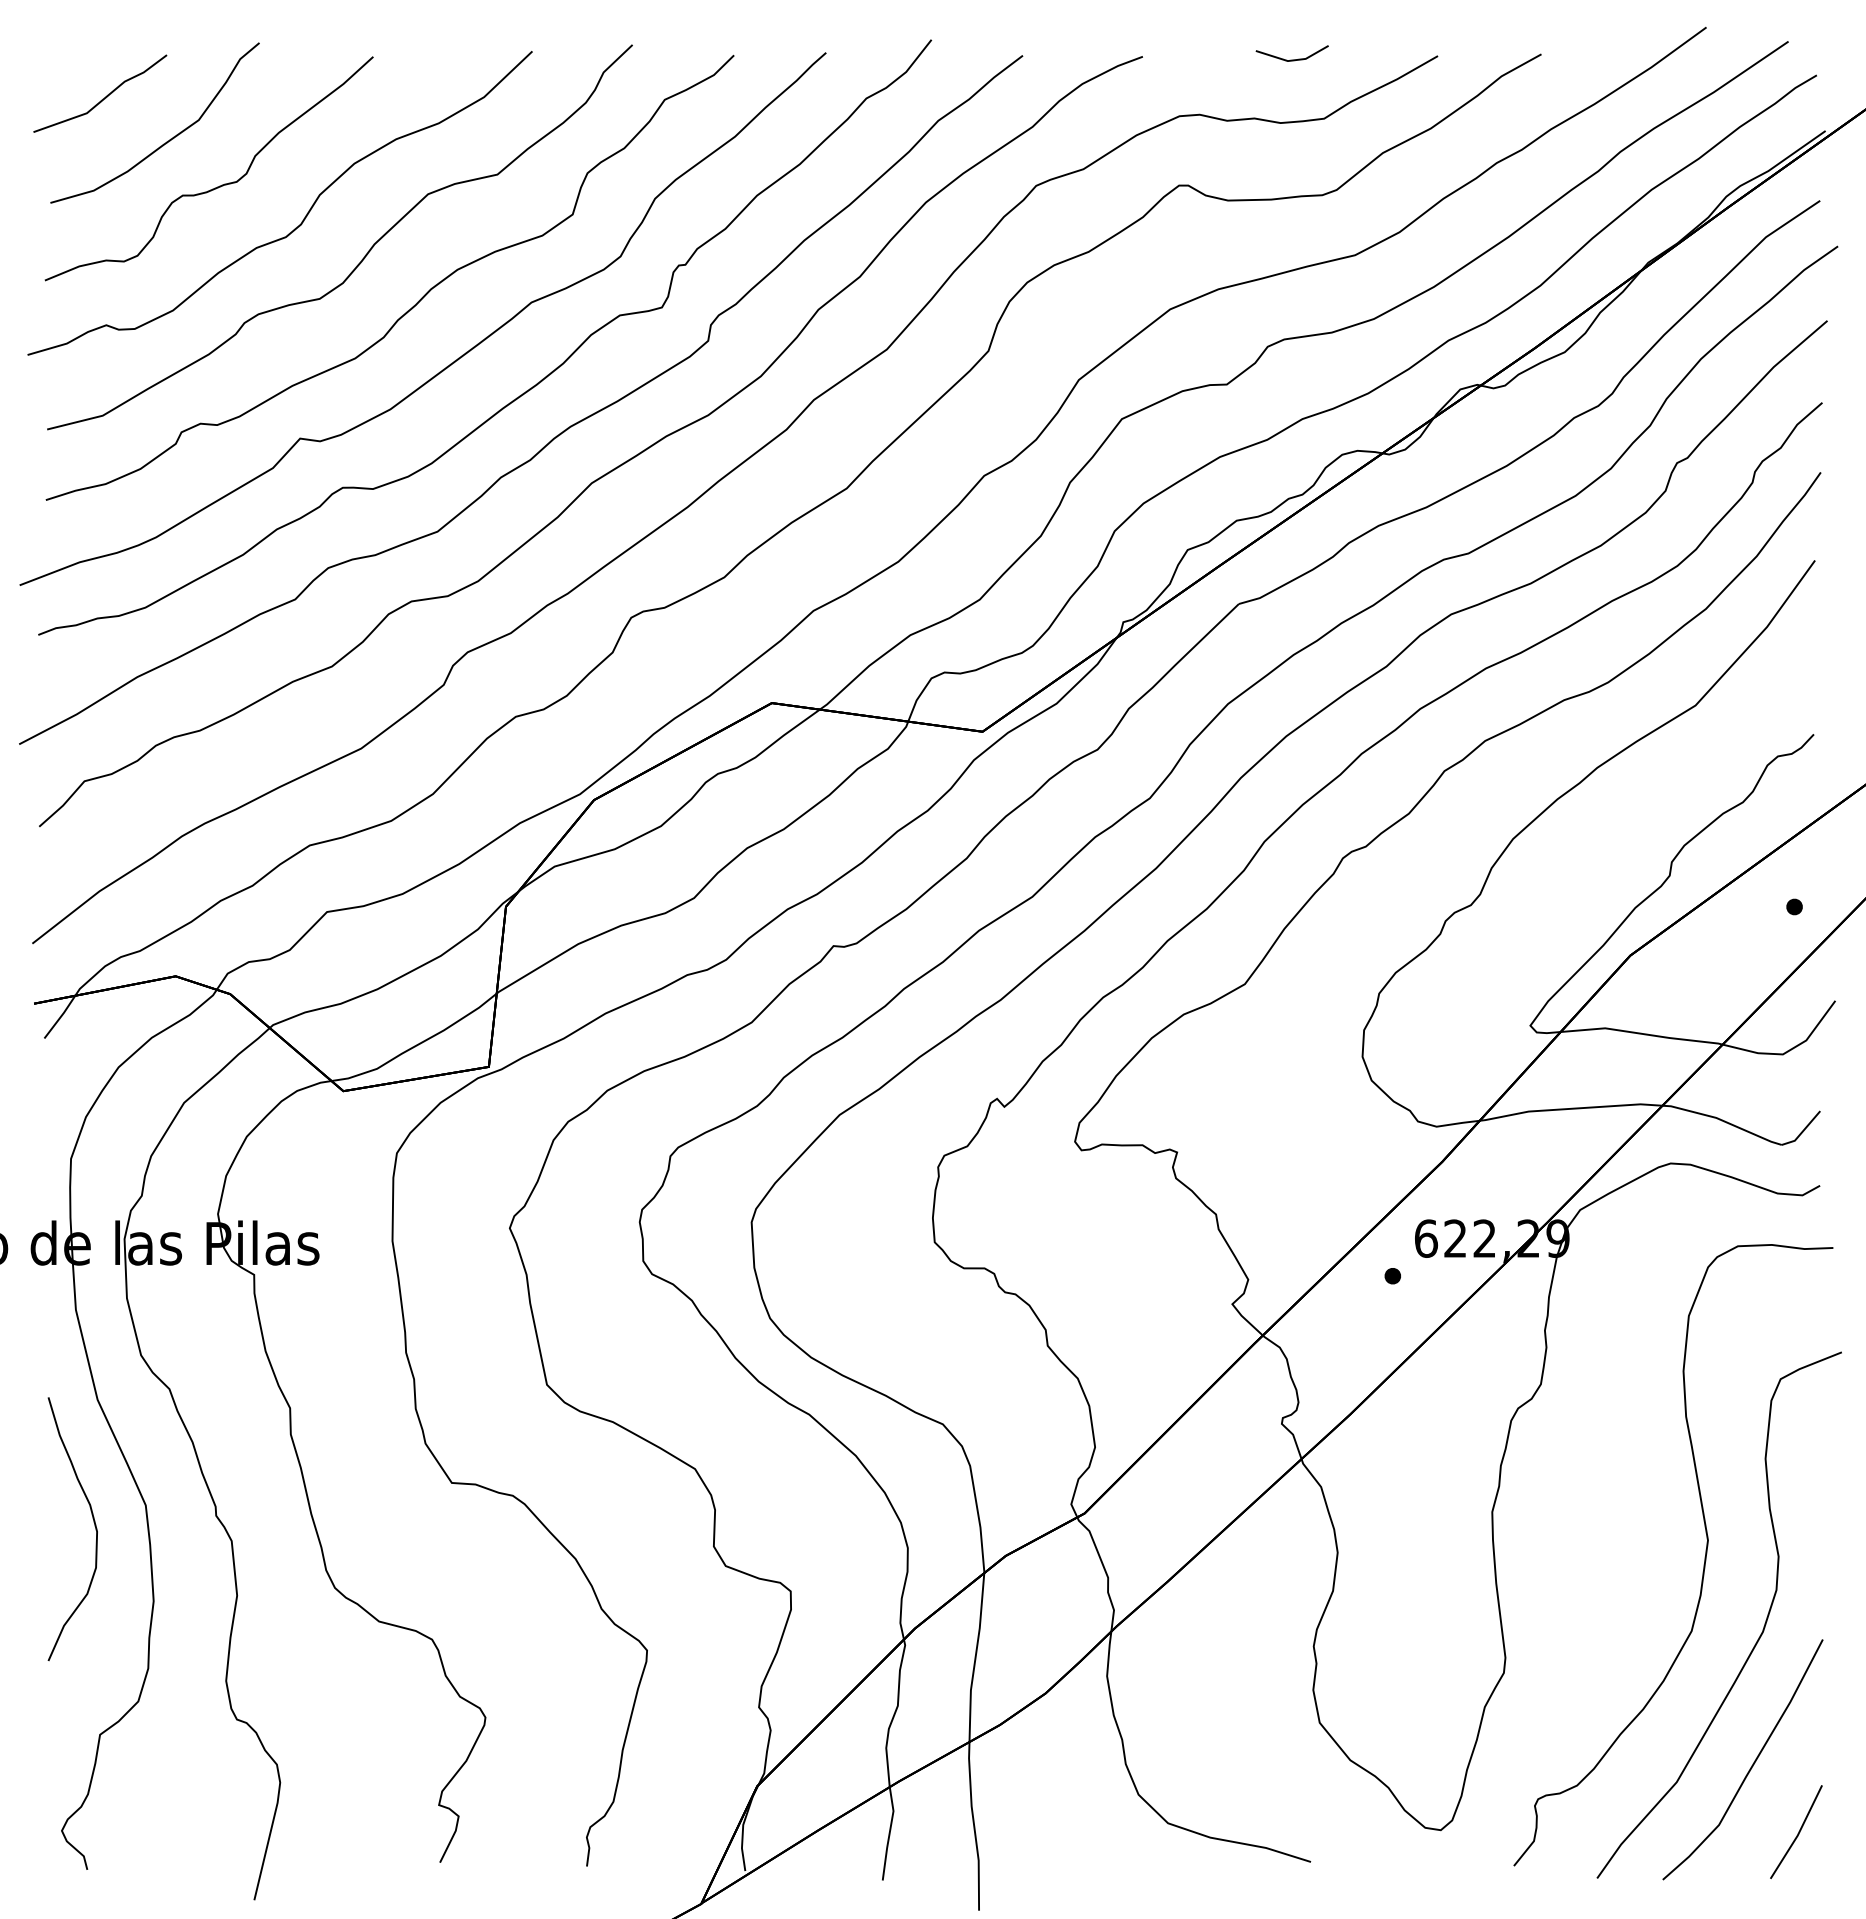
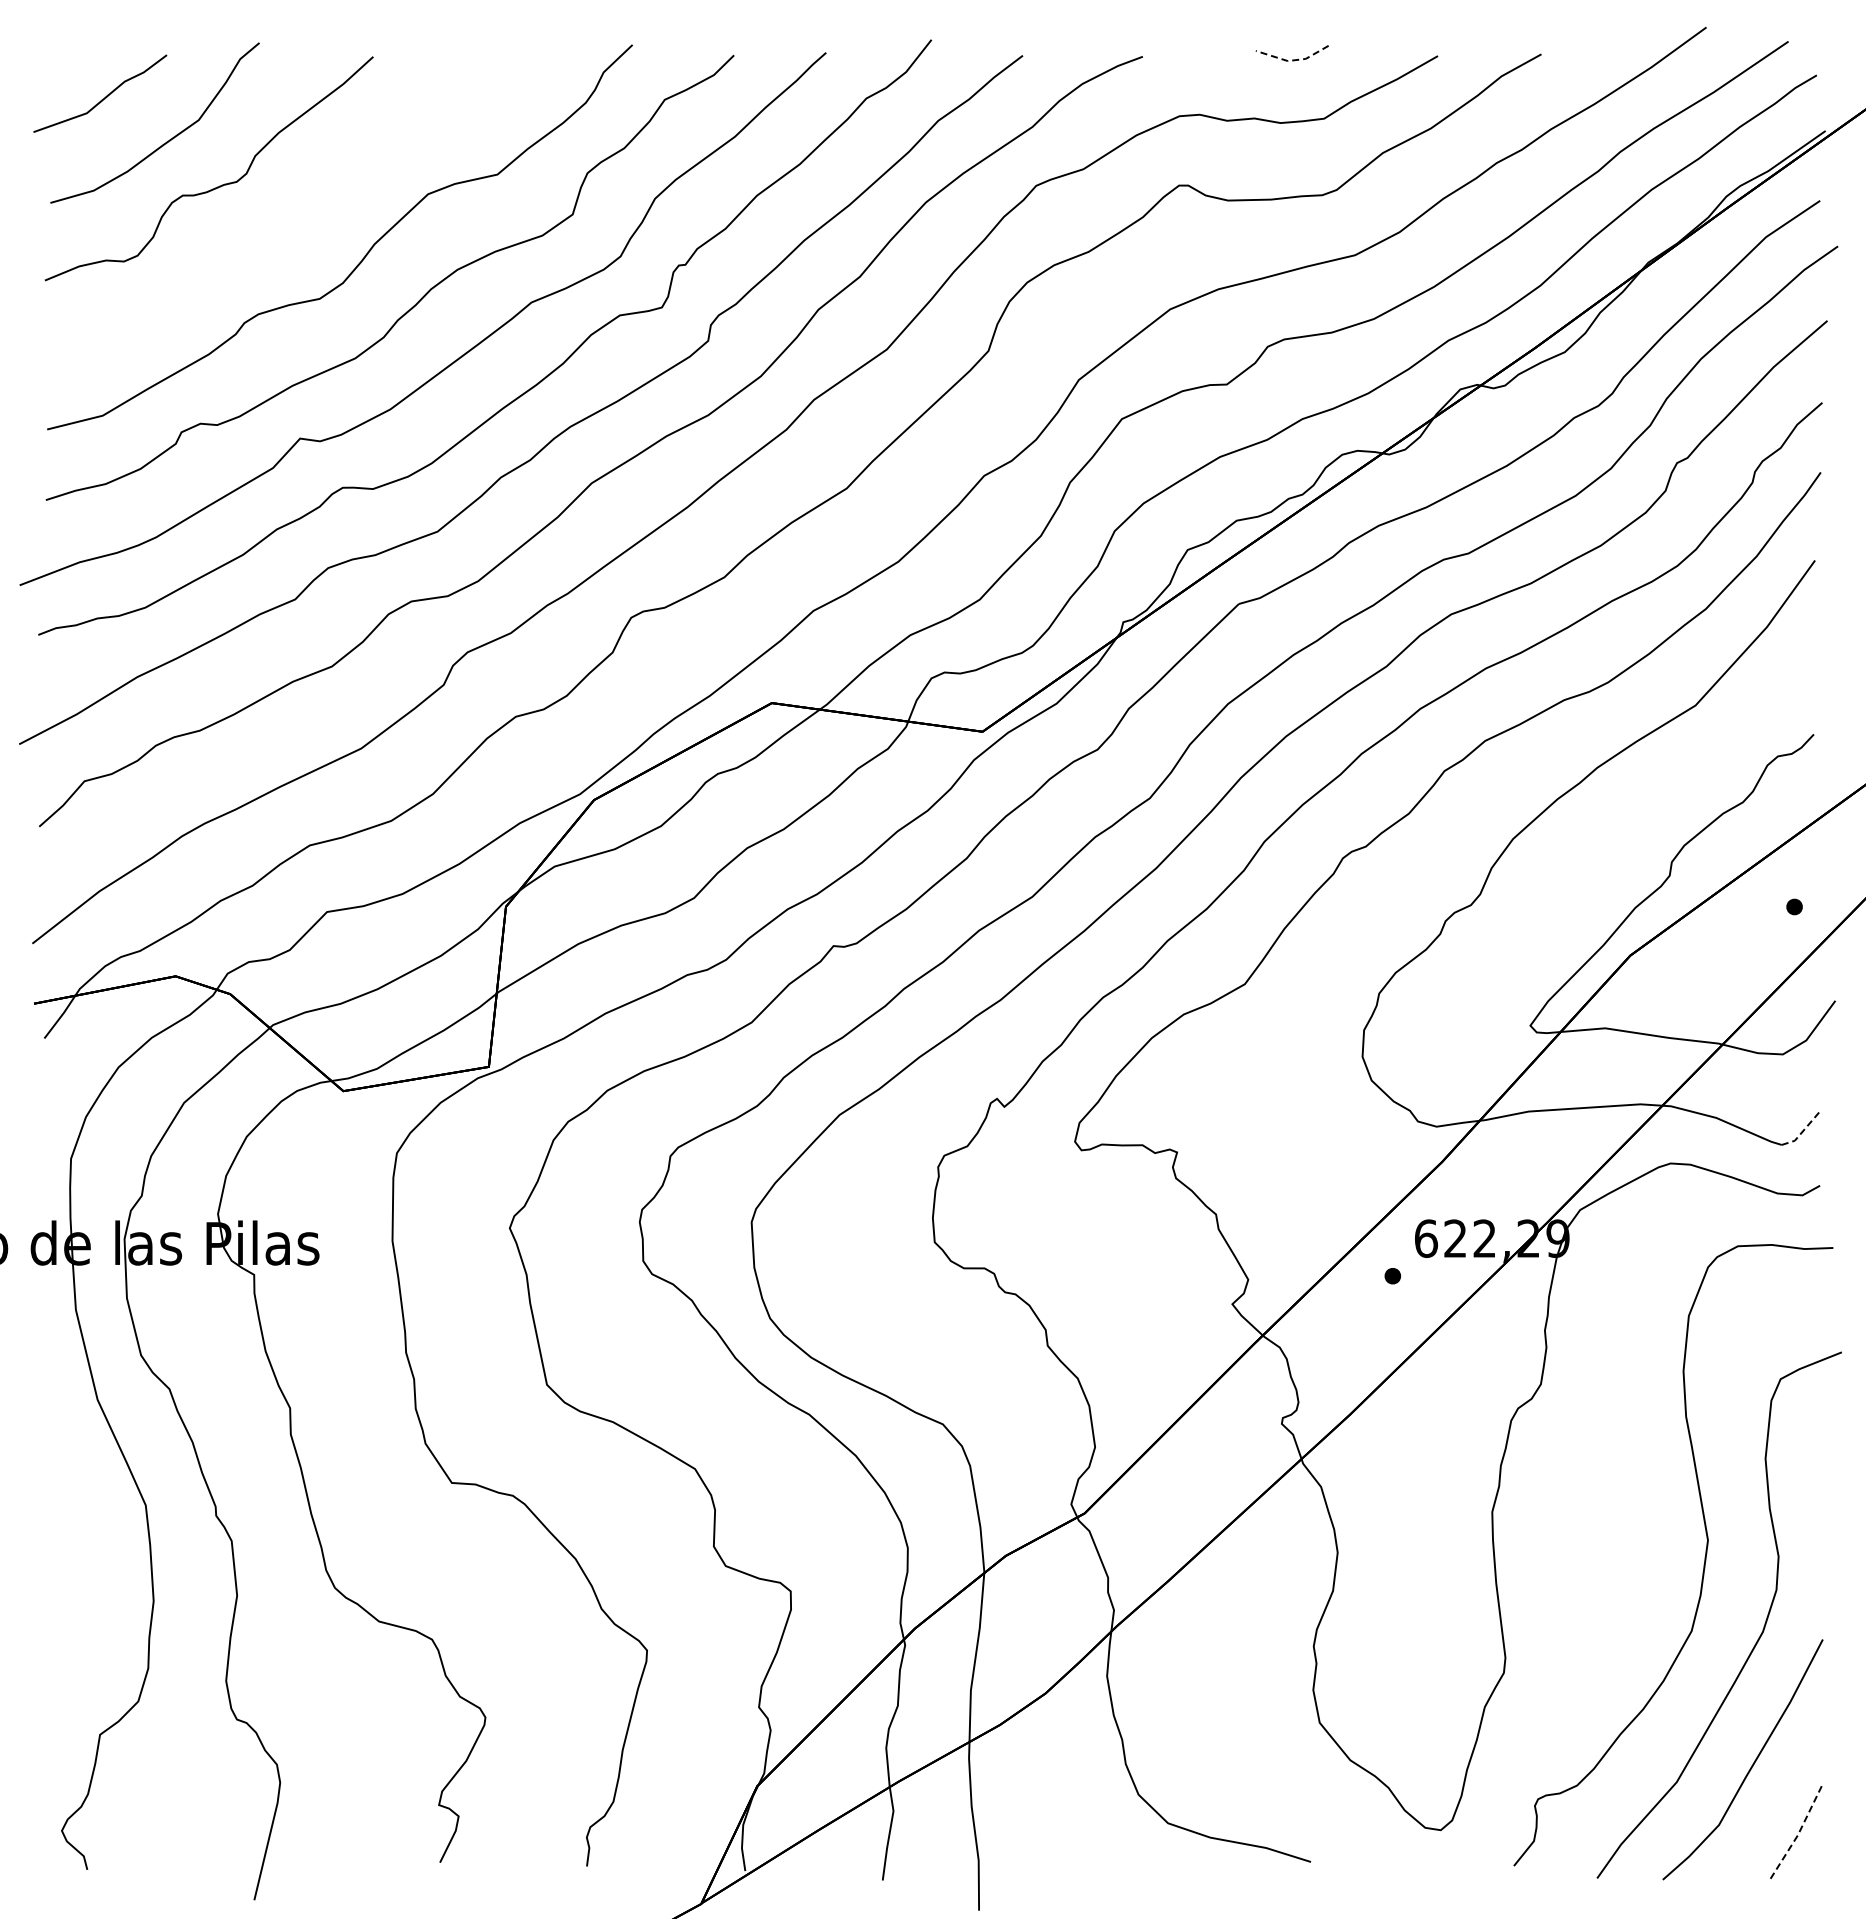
line at (1293, 60): solid -> dashed
curve at (303, 218): present -> none
line at (1803, 1131): solid -> dashed
curve at (93, 1522): present -> none
line at (1798, 1833): solid -> dashed
